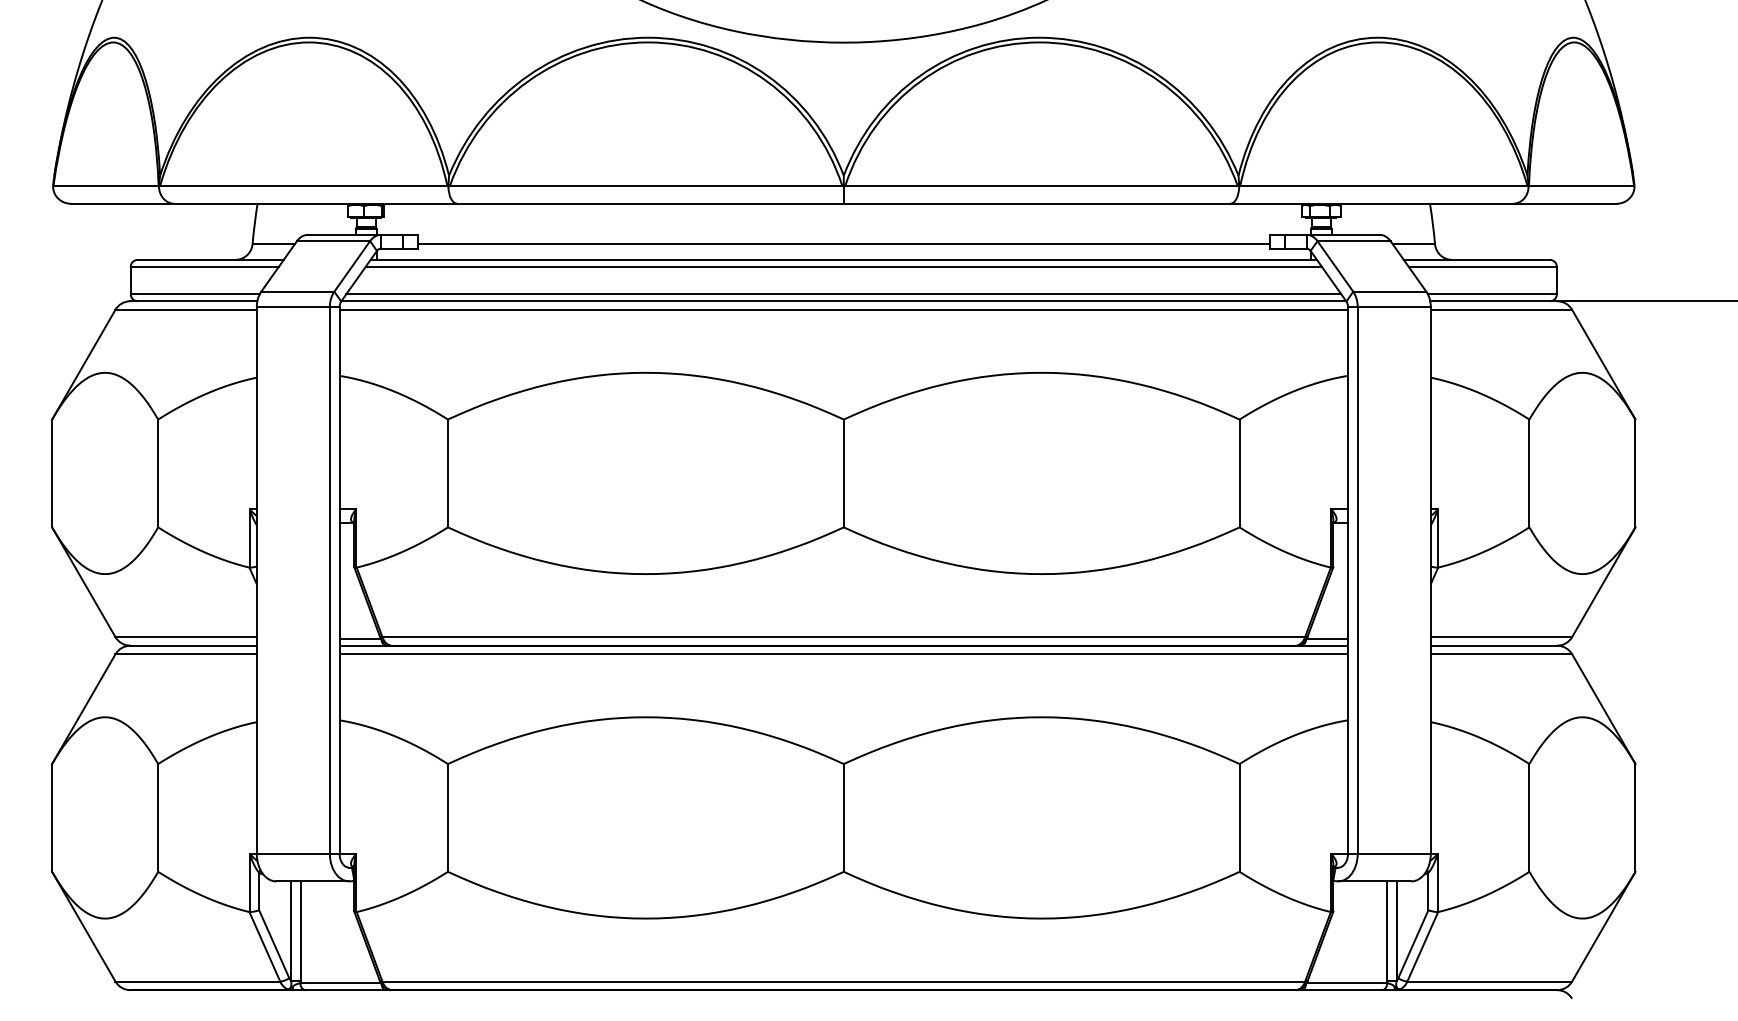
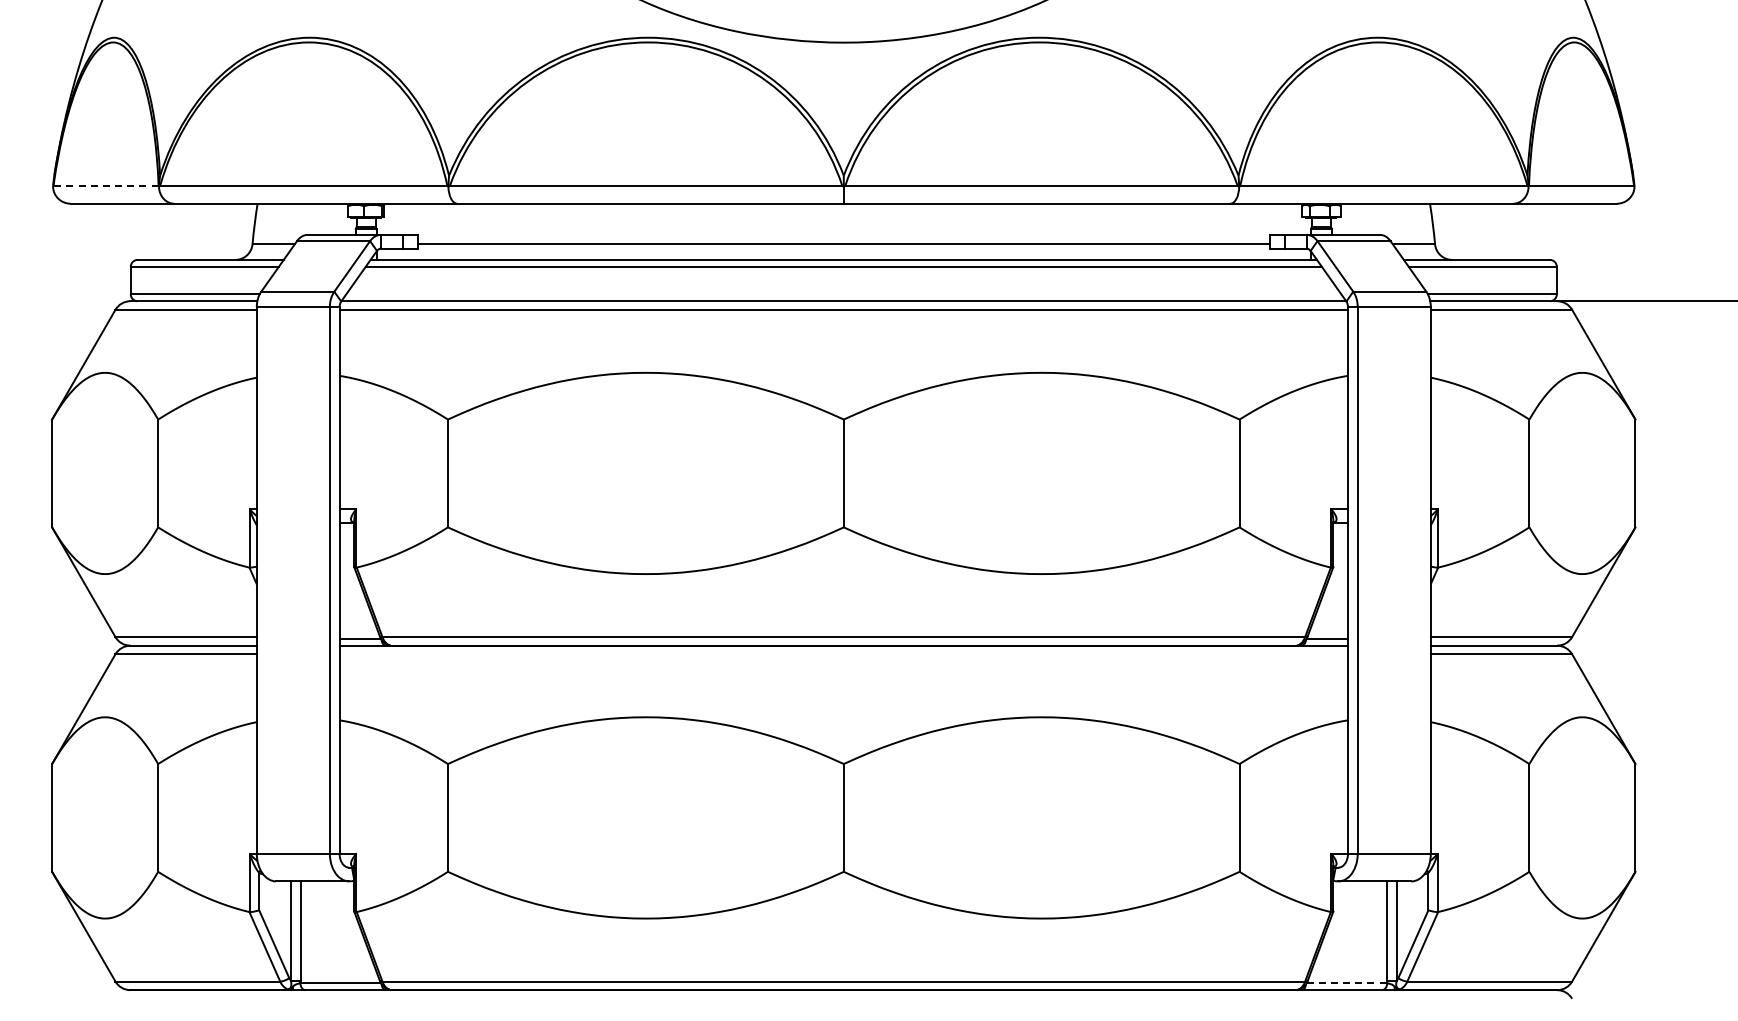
line at (106, 185): solid -> dashed
line at (843, 294): present -> none
line at (843, 654): present -> none
line at (1347, 983): solid -> dashed
